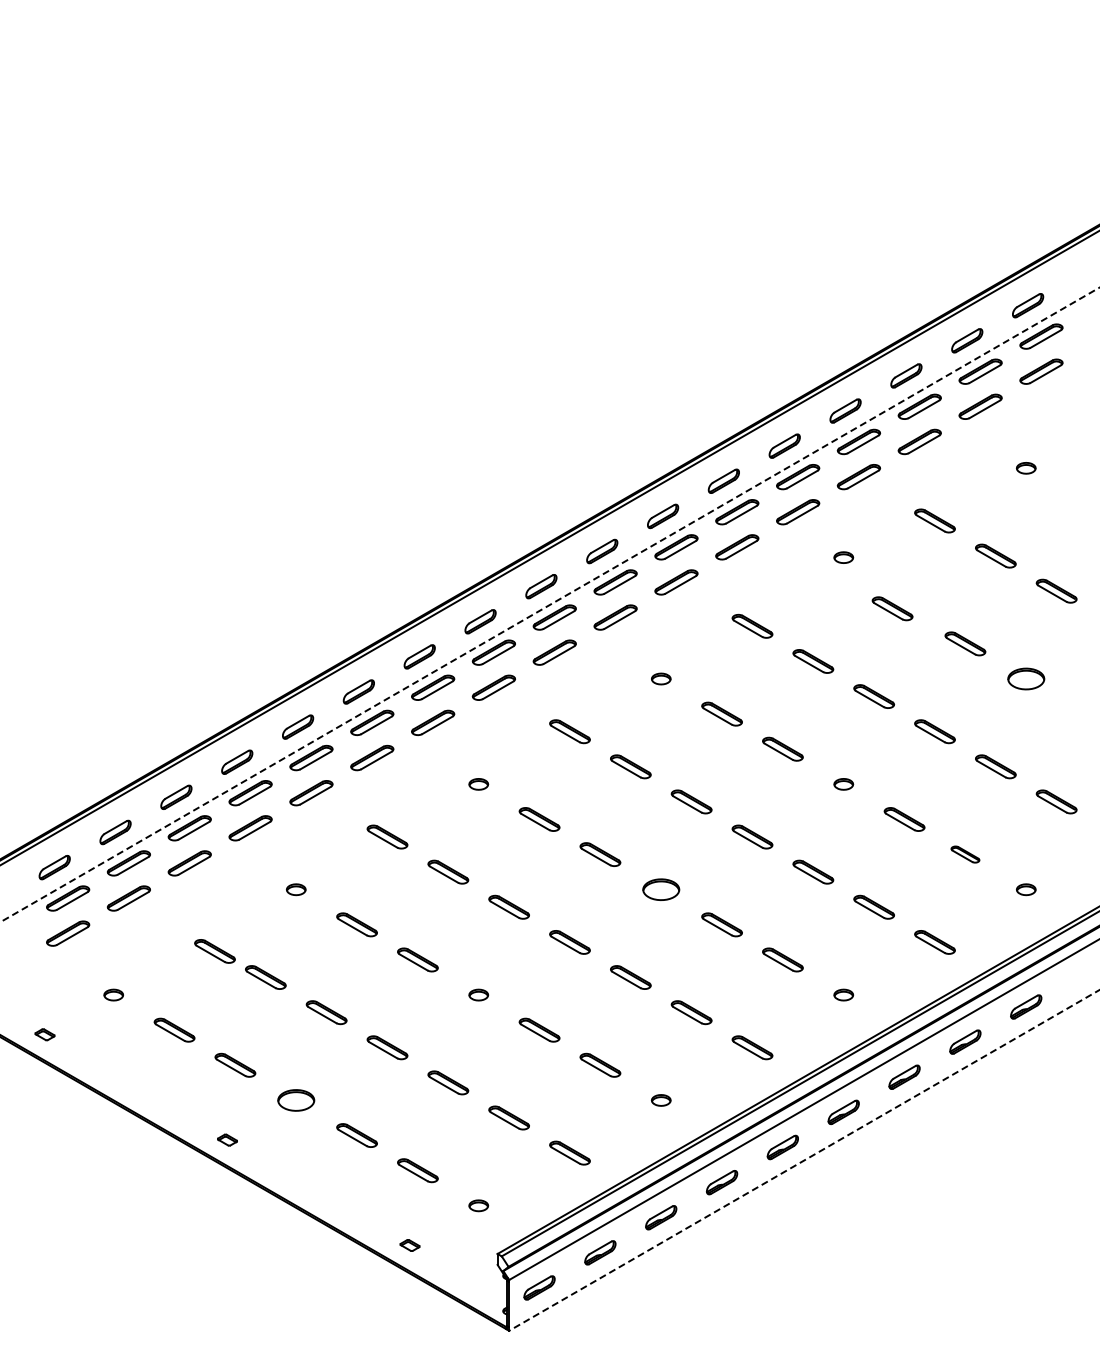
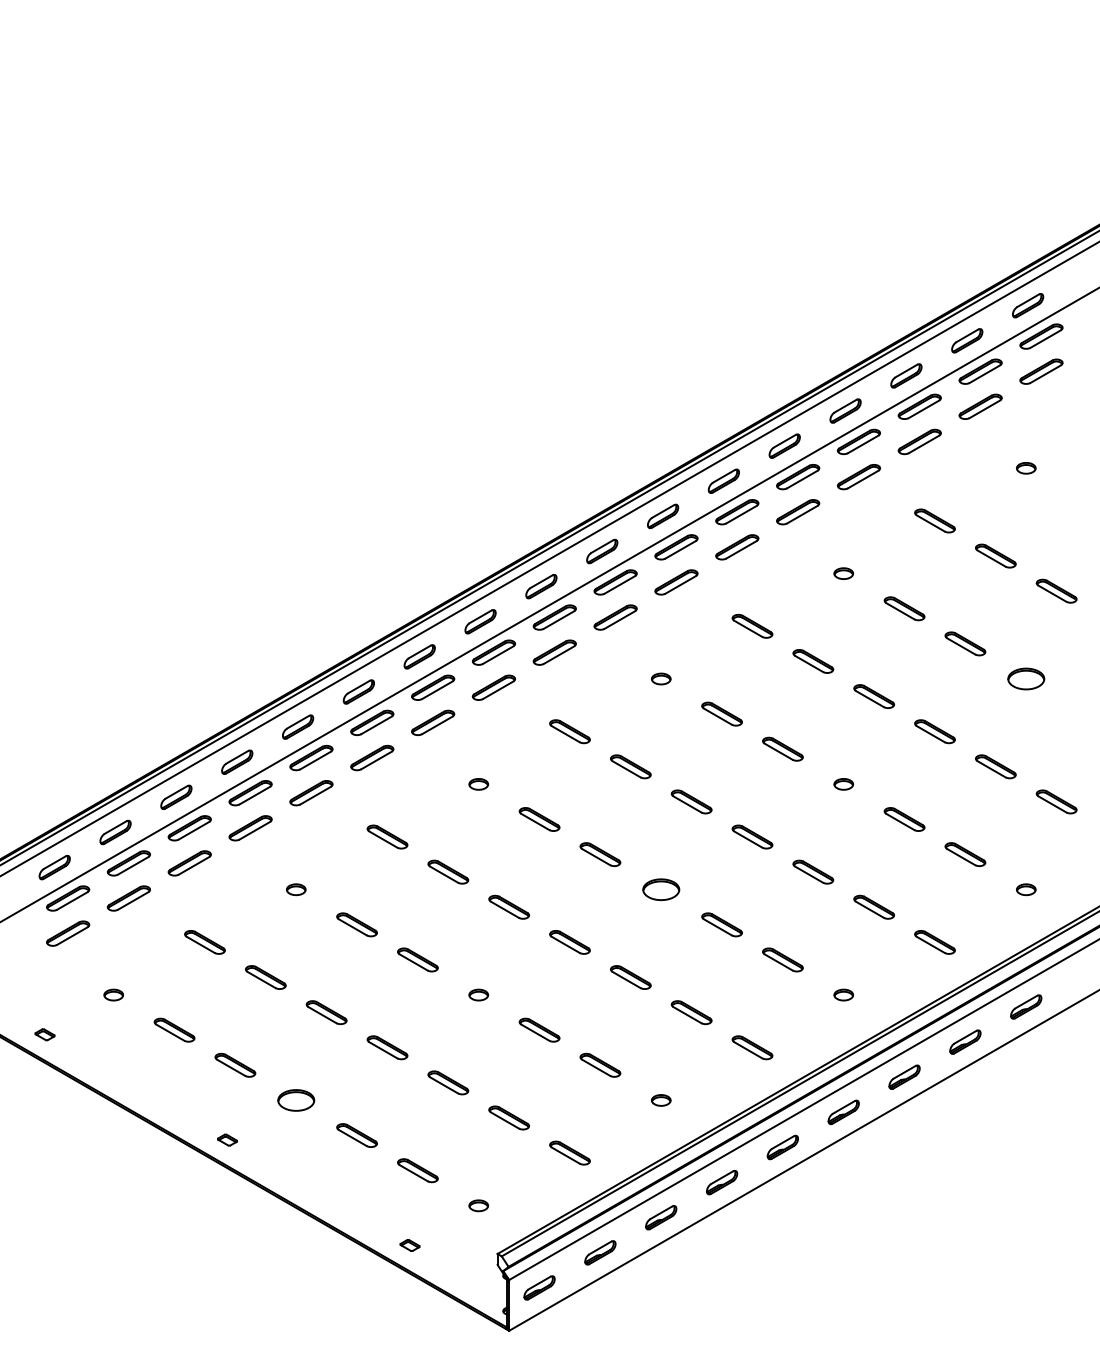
part at (843, 557) position: (843, 557) -> (843, 573)
line at (549, 559): none -> present
line at (549, 605): dashed -> solid
part at (892, 608) position: (892, 608) -> (904, 608)
part at (965, 854) size: 31x19 px -> 43x25 px
part at (214, 951) position: (214, 951) -> (204, 942)
line at (804, 1160): dashed -> solid
